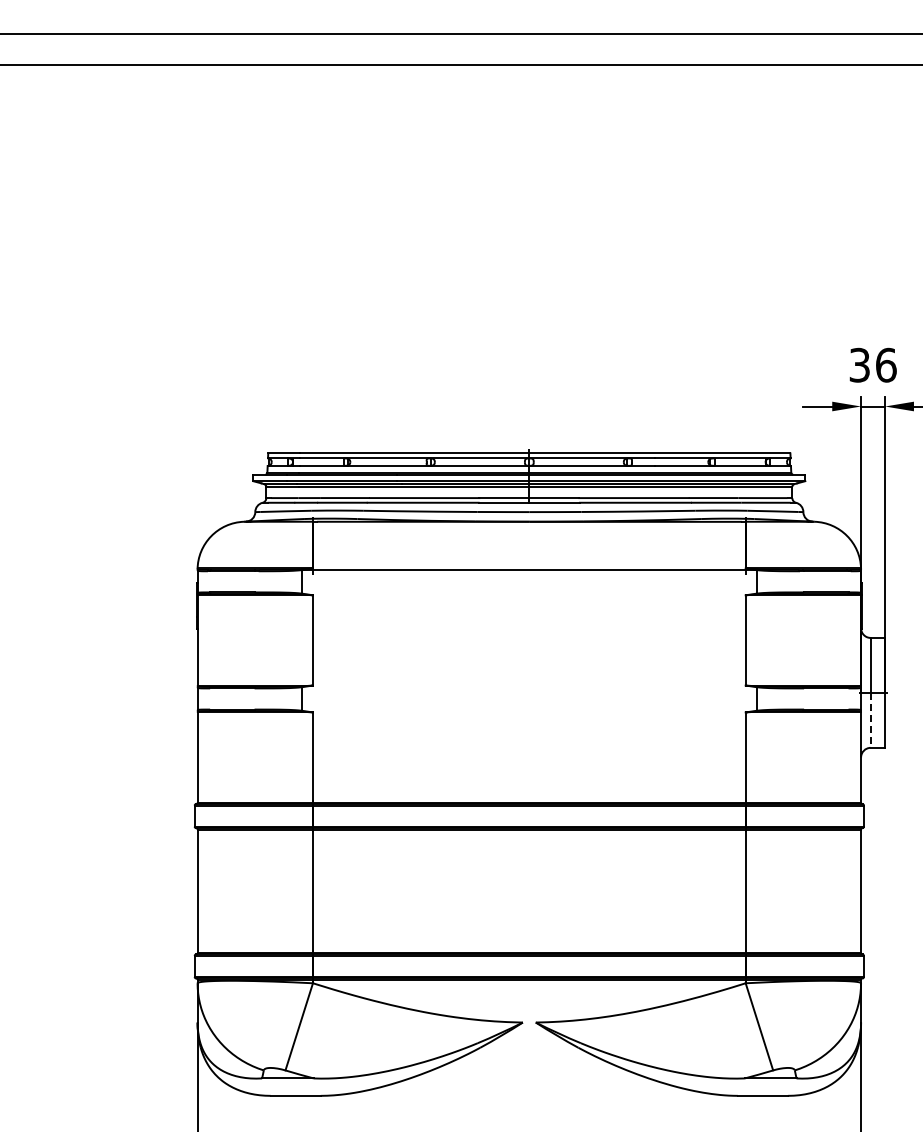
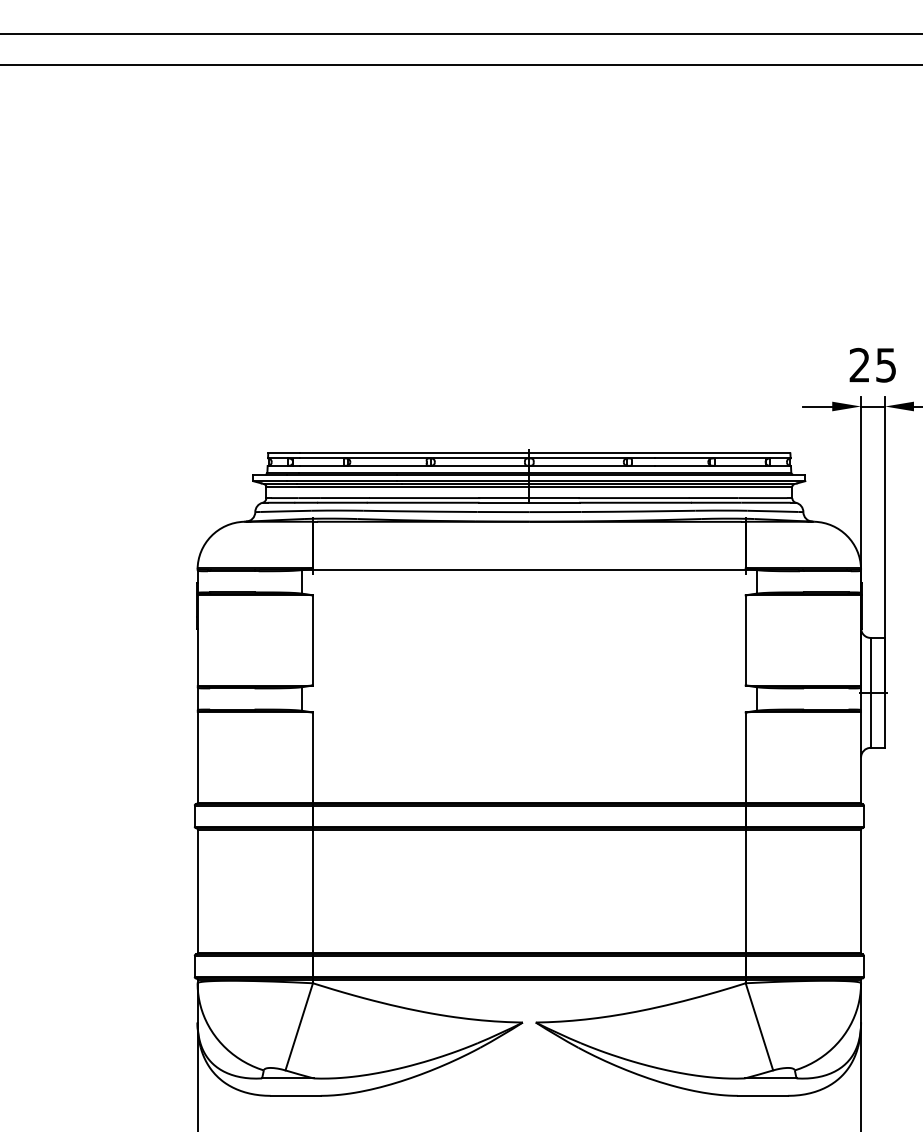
text at (872, 364): 36 -> 25
line at (870, 720): dashed -> solid
